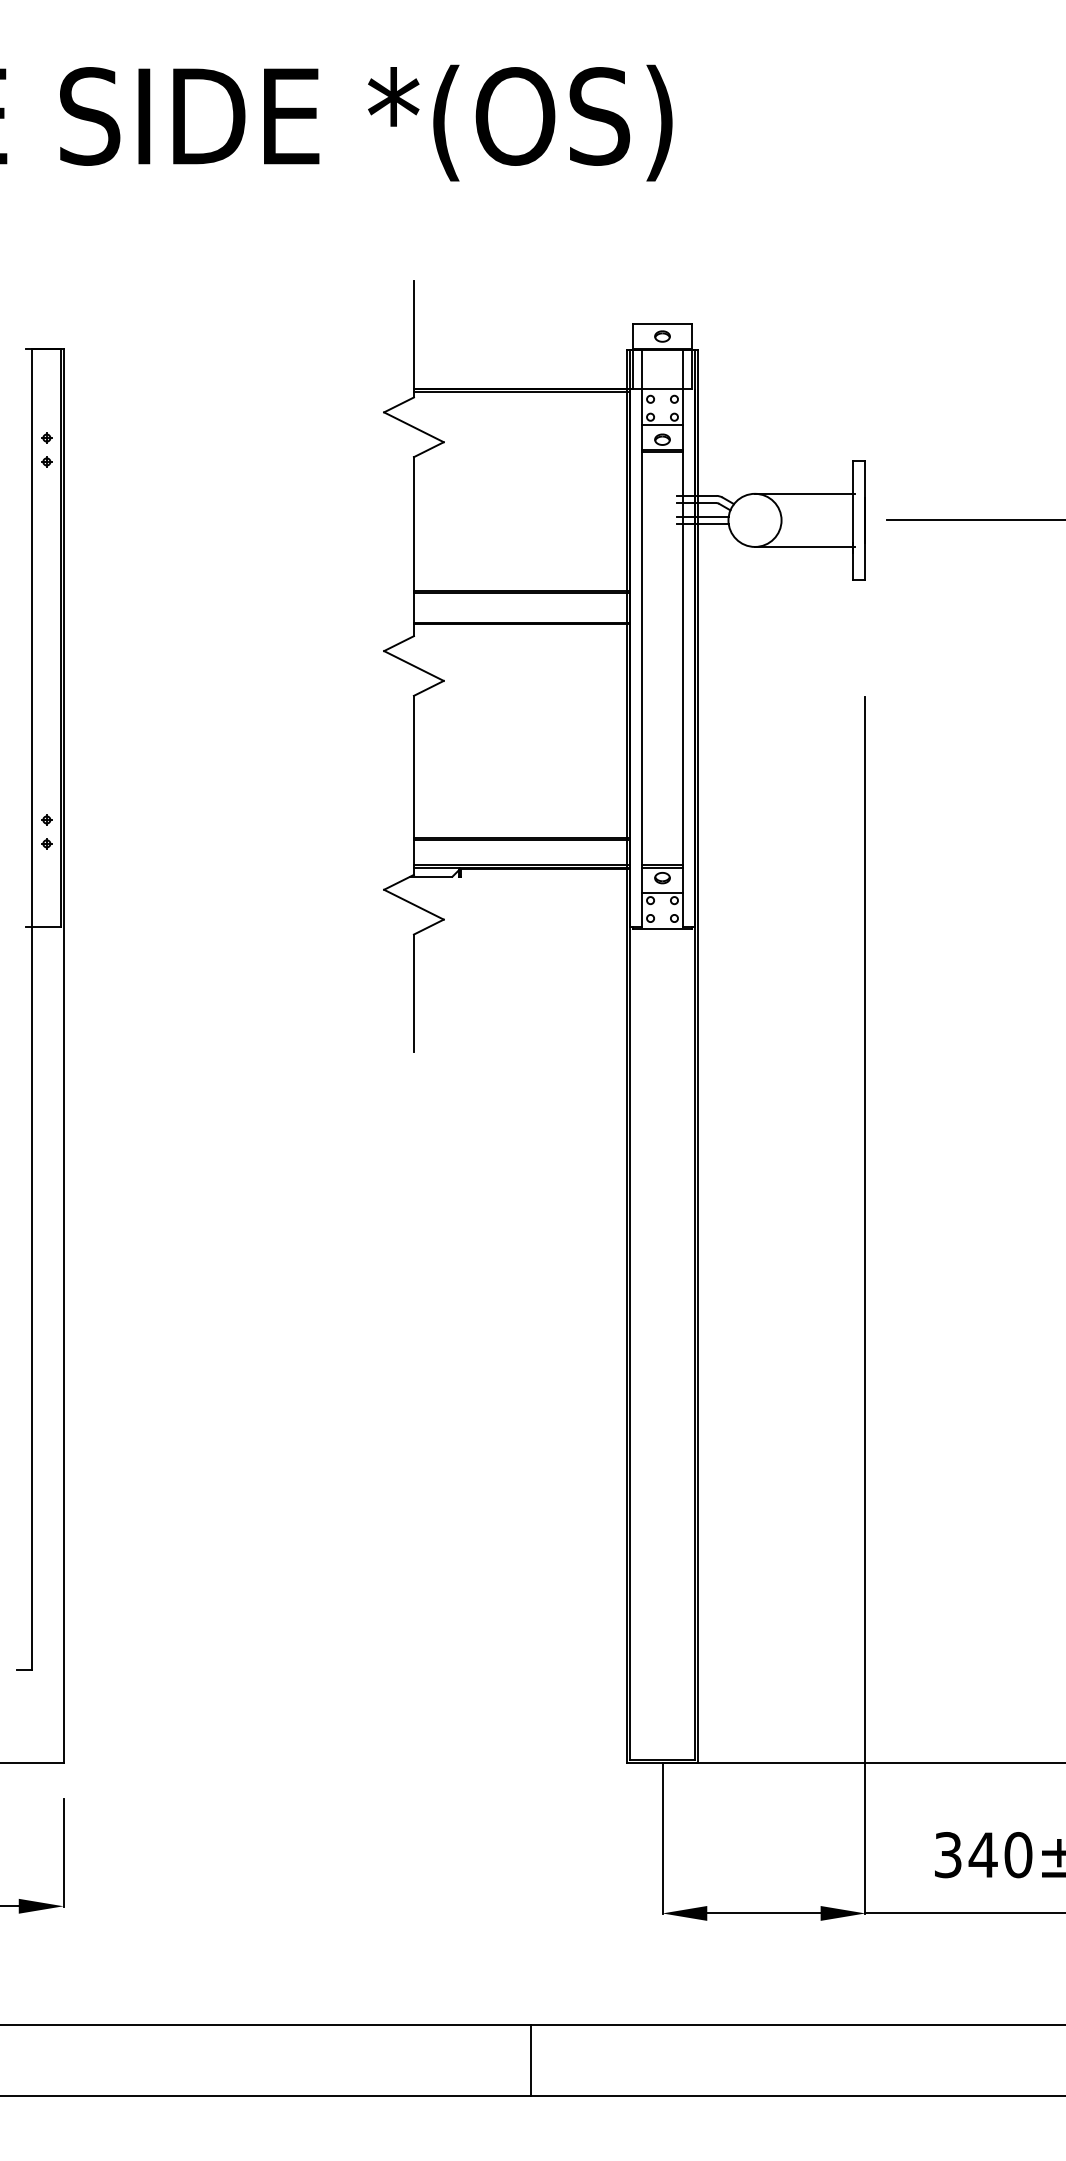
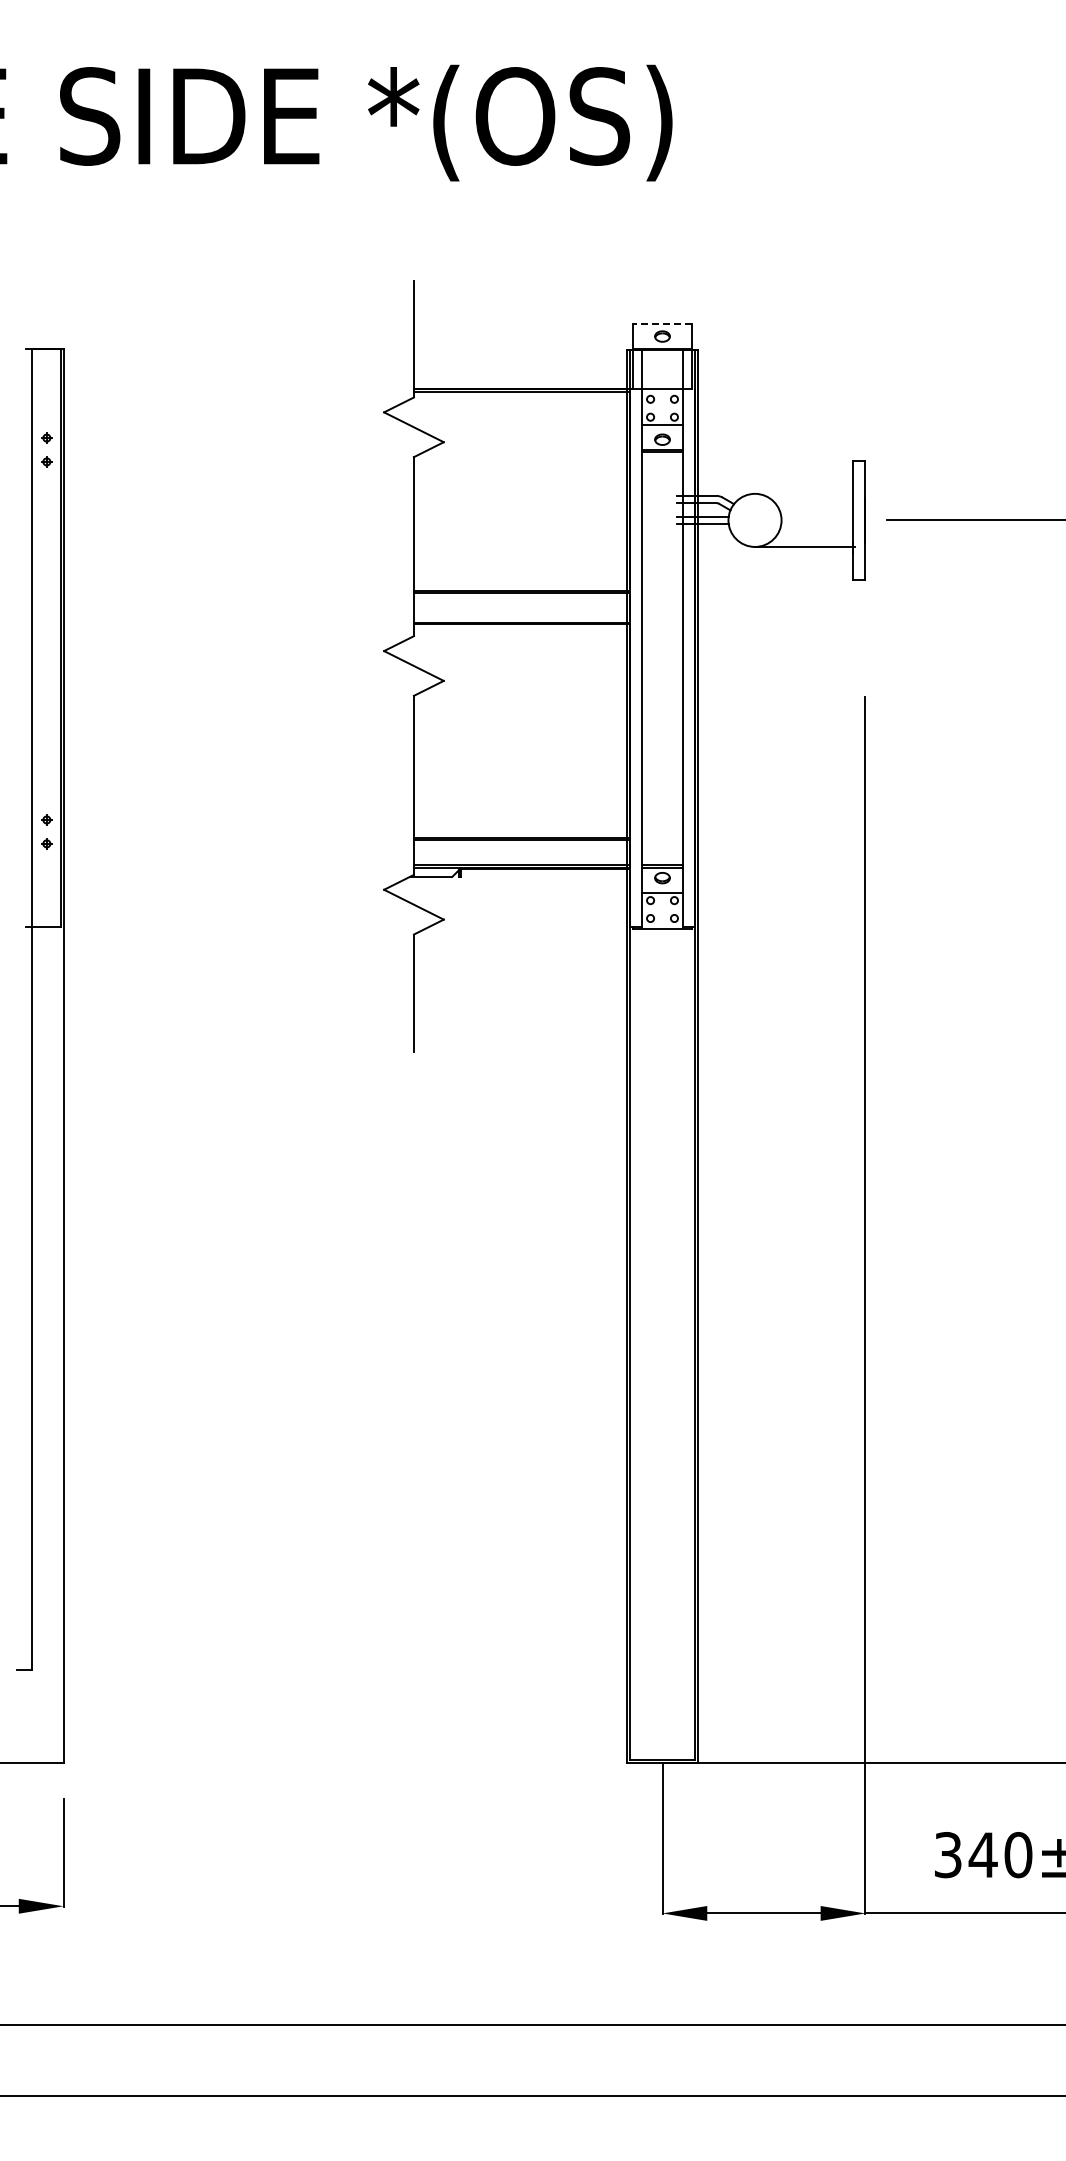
line at (662, 323): solid -> dashed
line at (804, 493): present -> none
line at (530, 2060): present -> none
